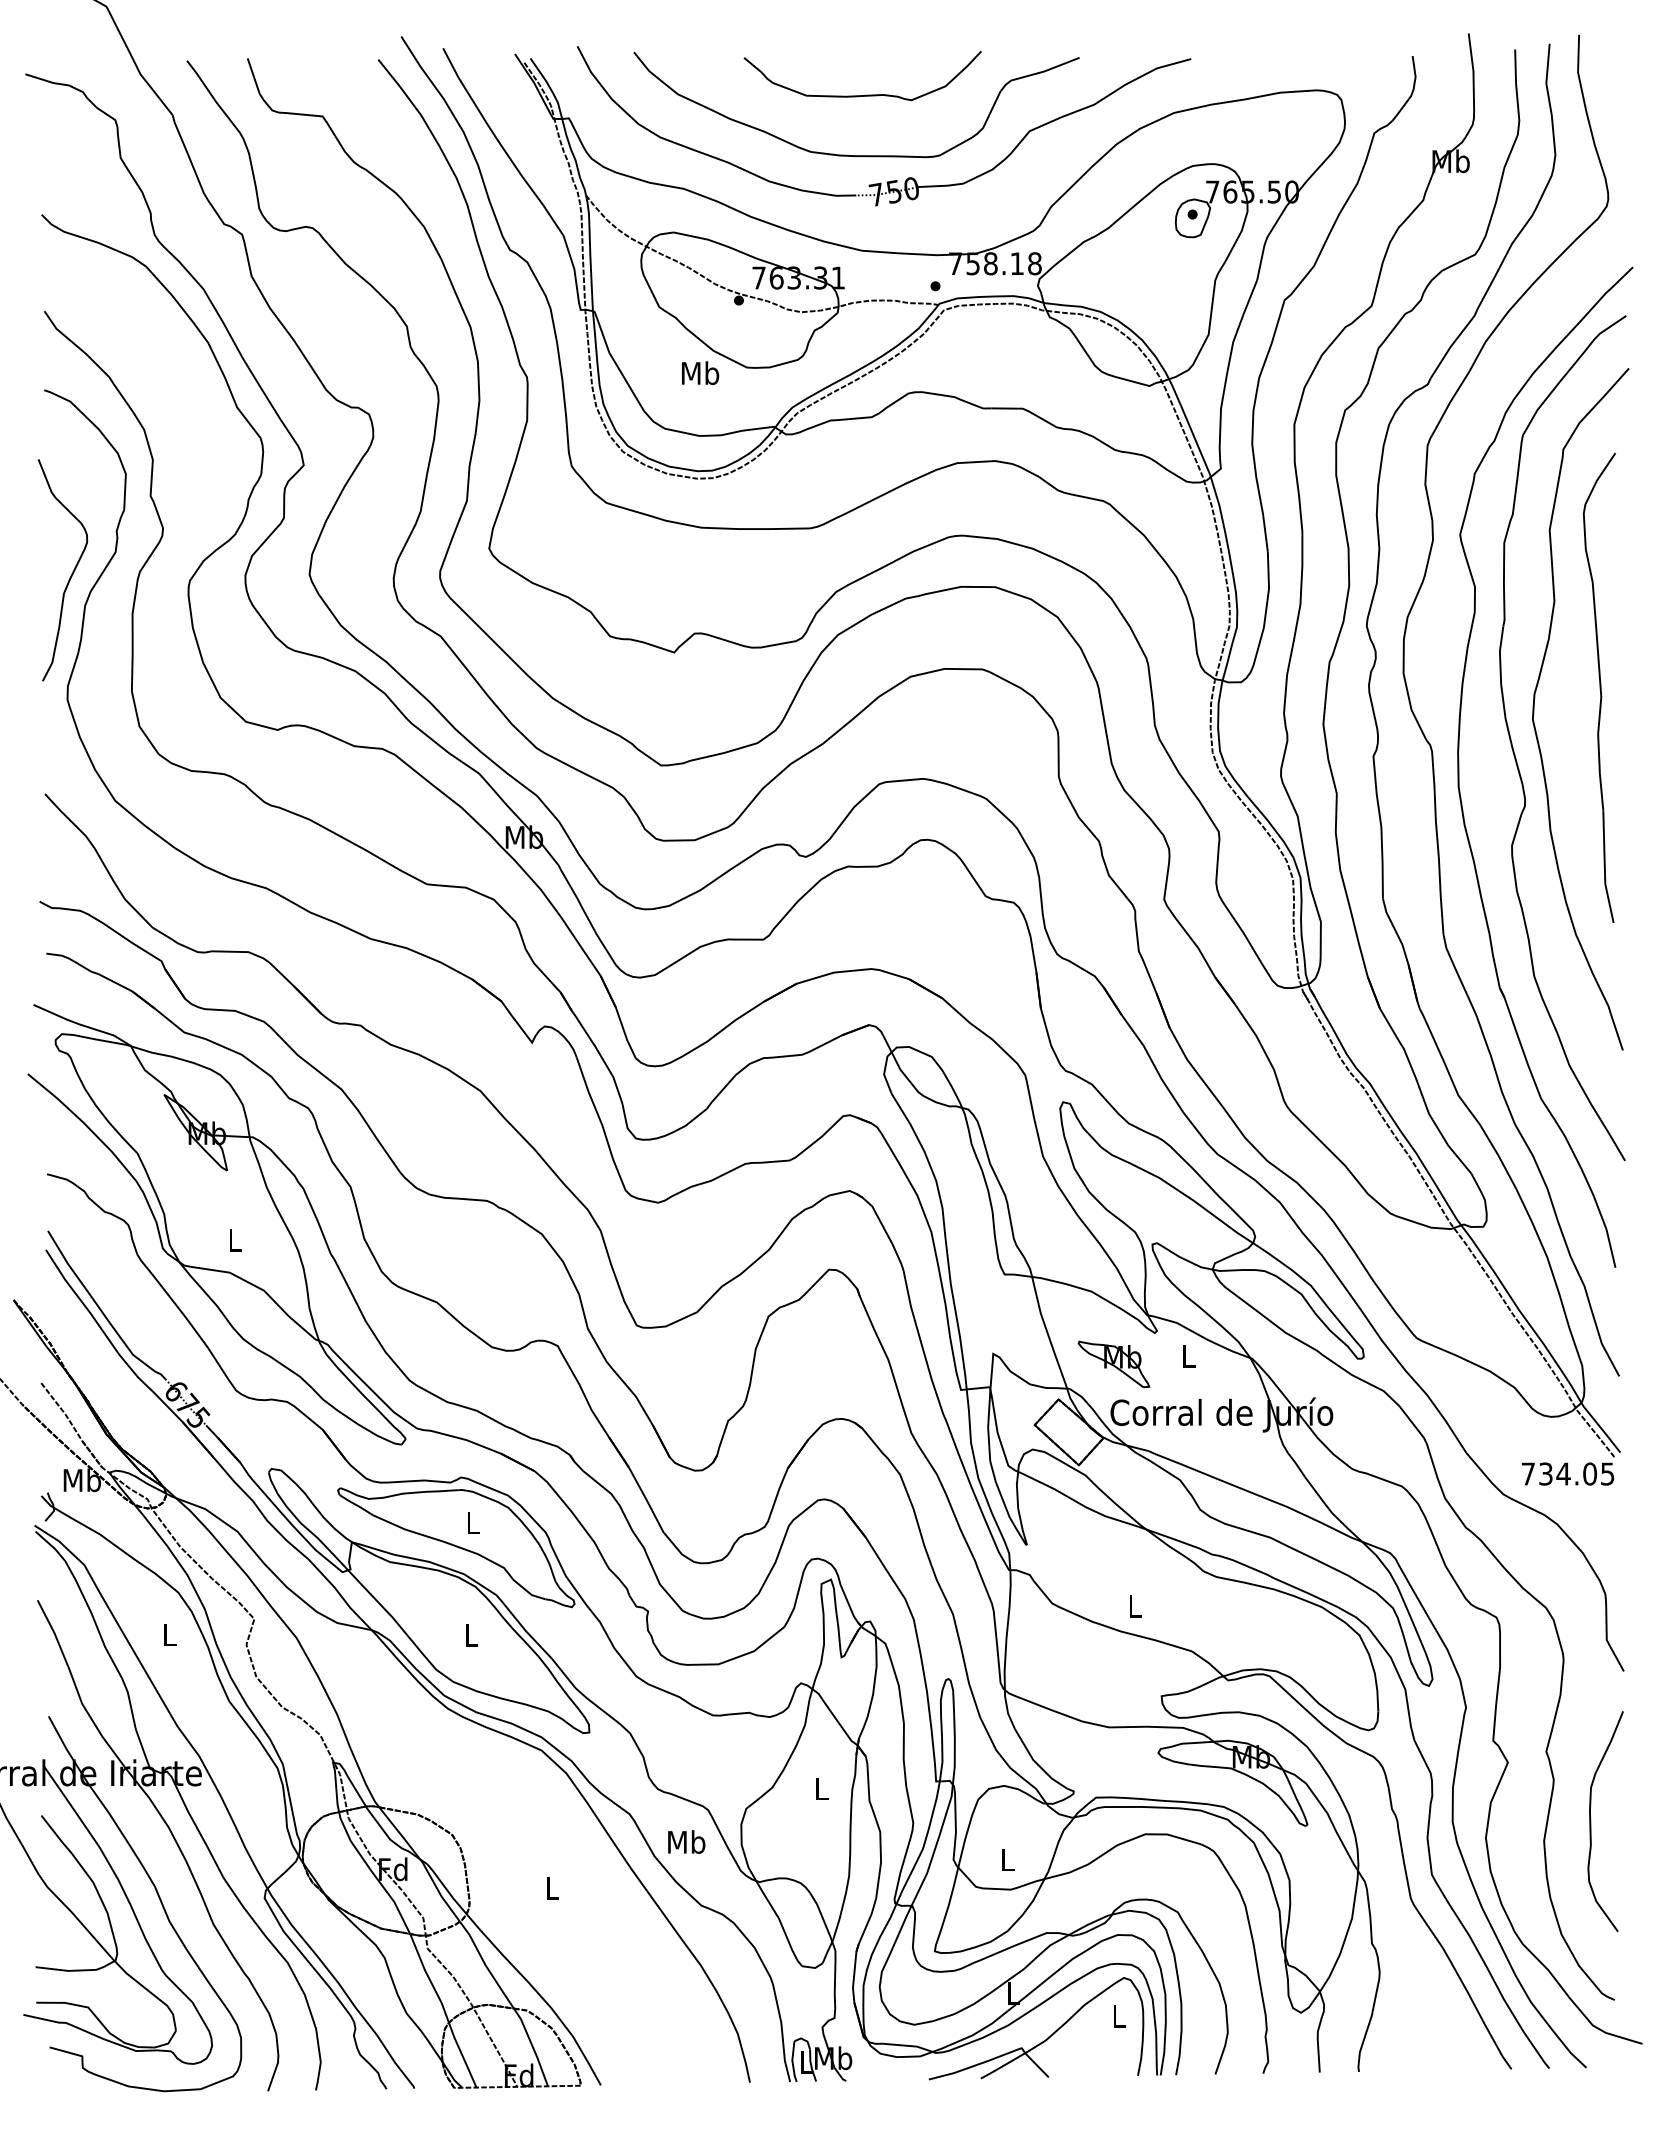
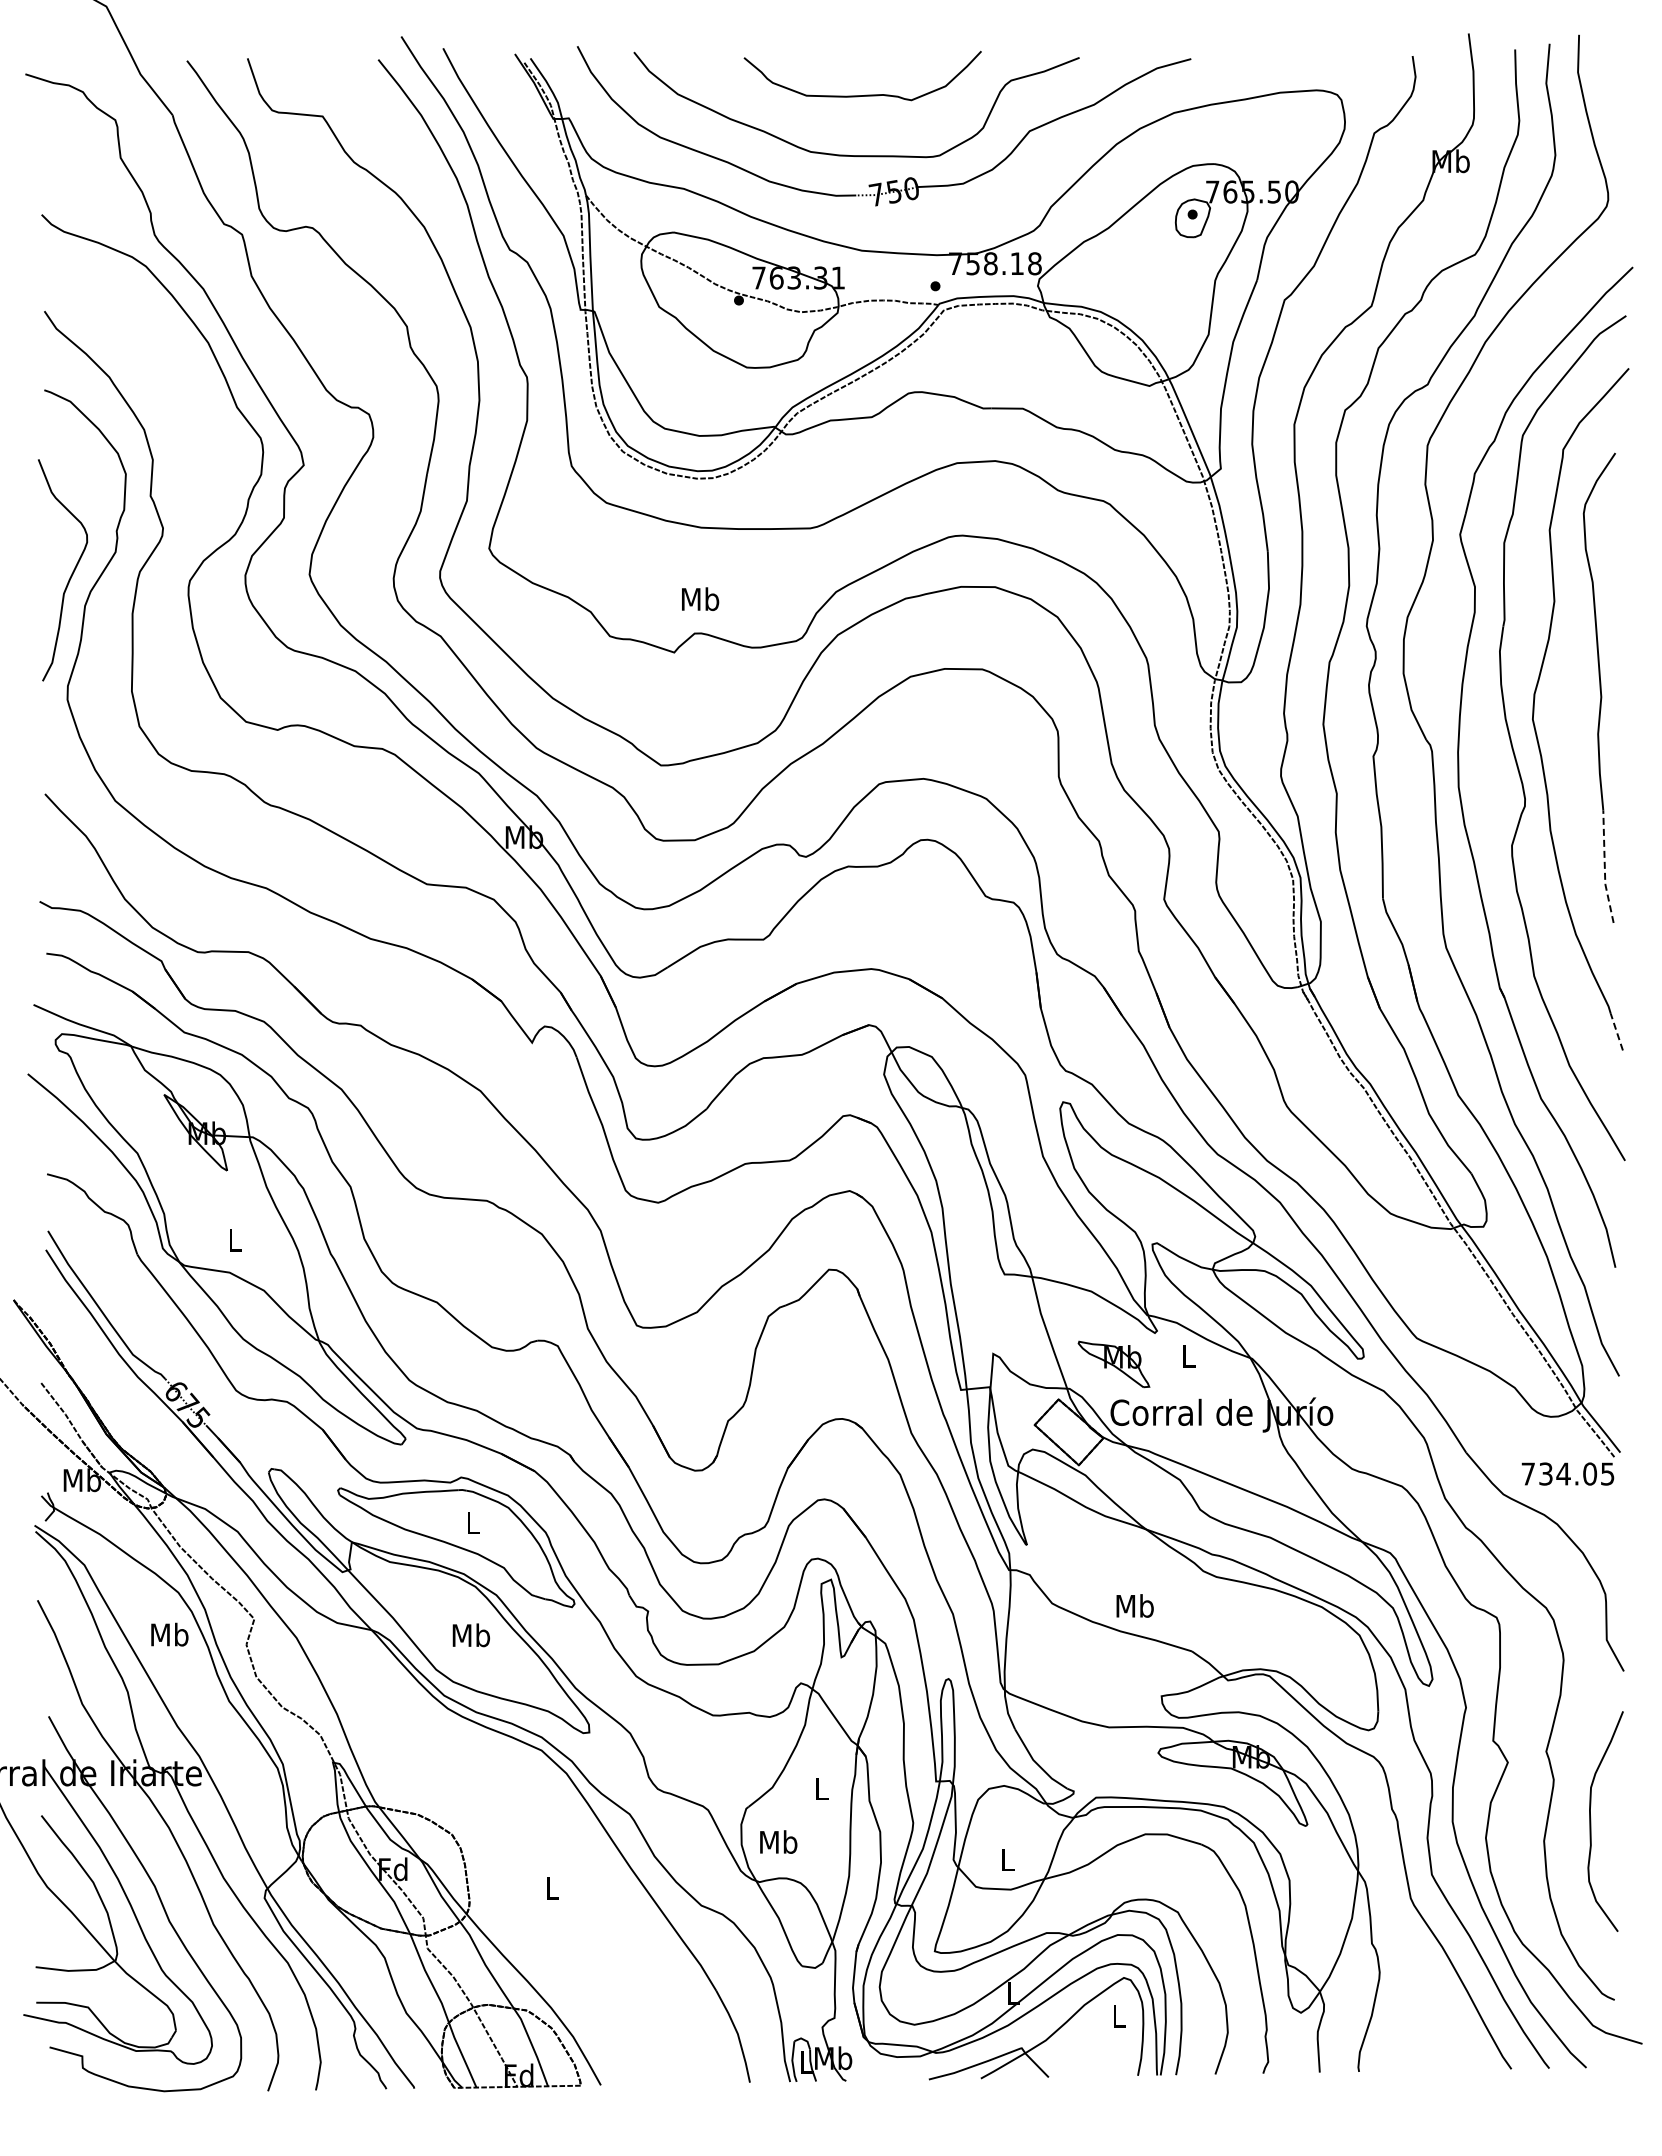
text at (700, 372) position: (700, 372) -> (700, 598)
line at (1604, 866): solid -> dashed
line at (1616, 1031): solid -> dashed
text at (1134, 1605): L -> Mb
text at (169, 1634): L -> Mb
text at (471, 1635): L -> Mb
text at (686, 1841) position: (686, 1841) -> (778, 1841)
